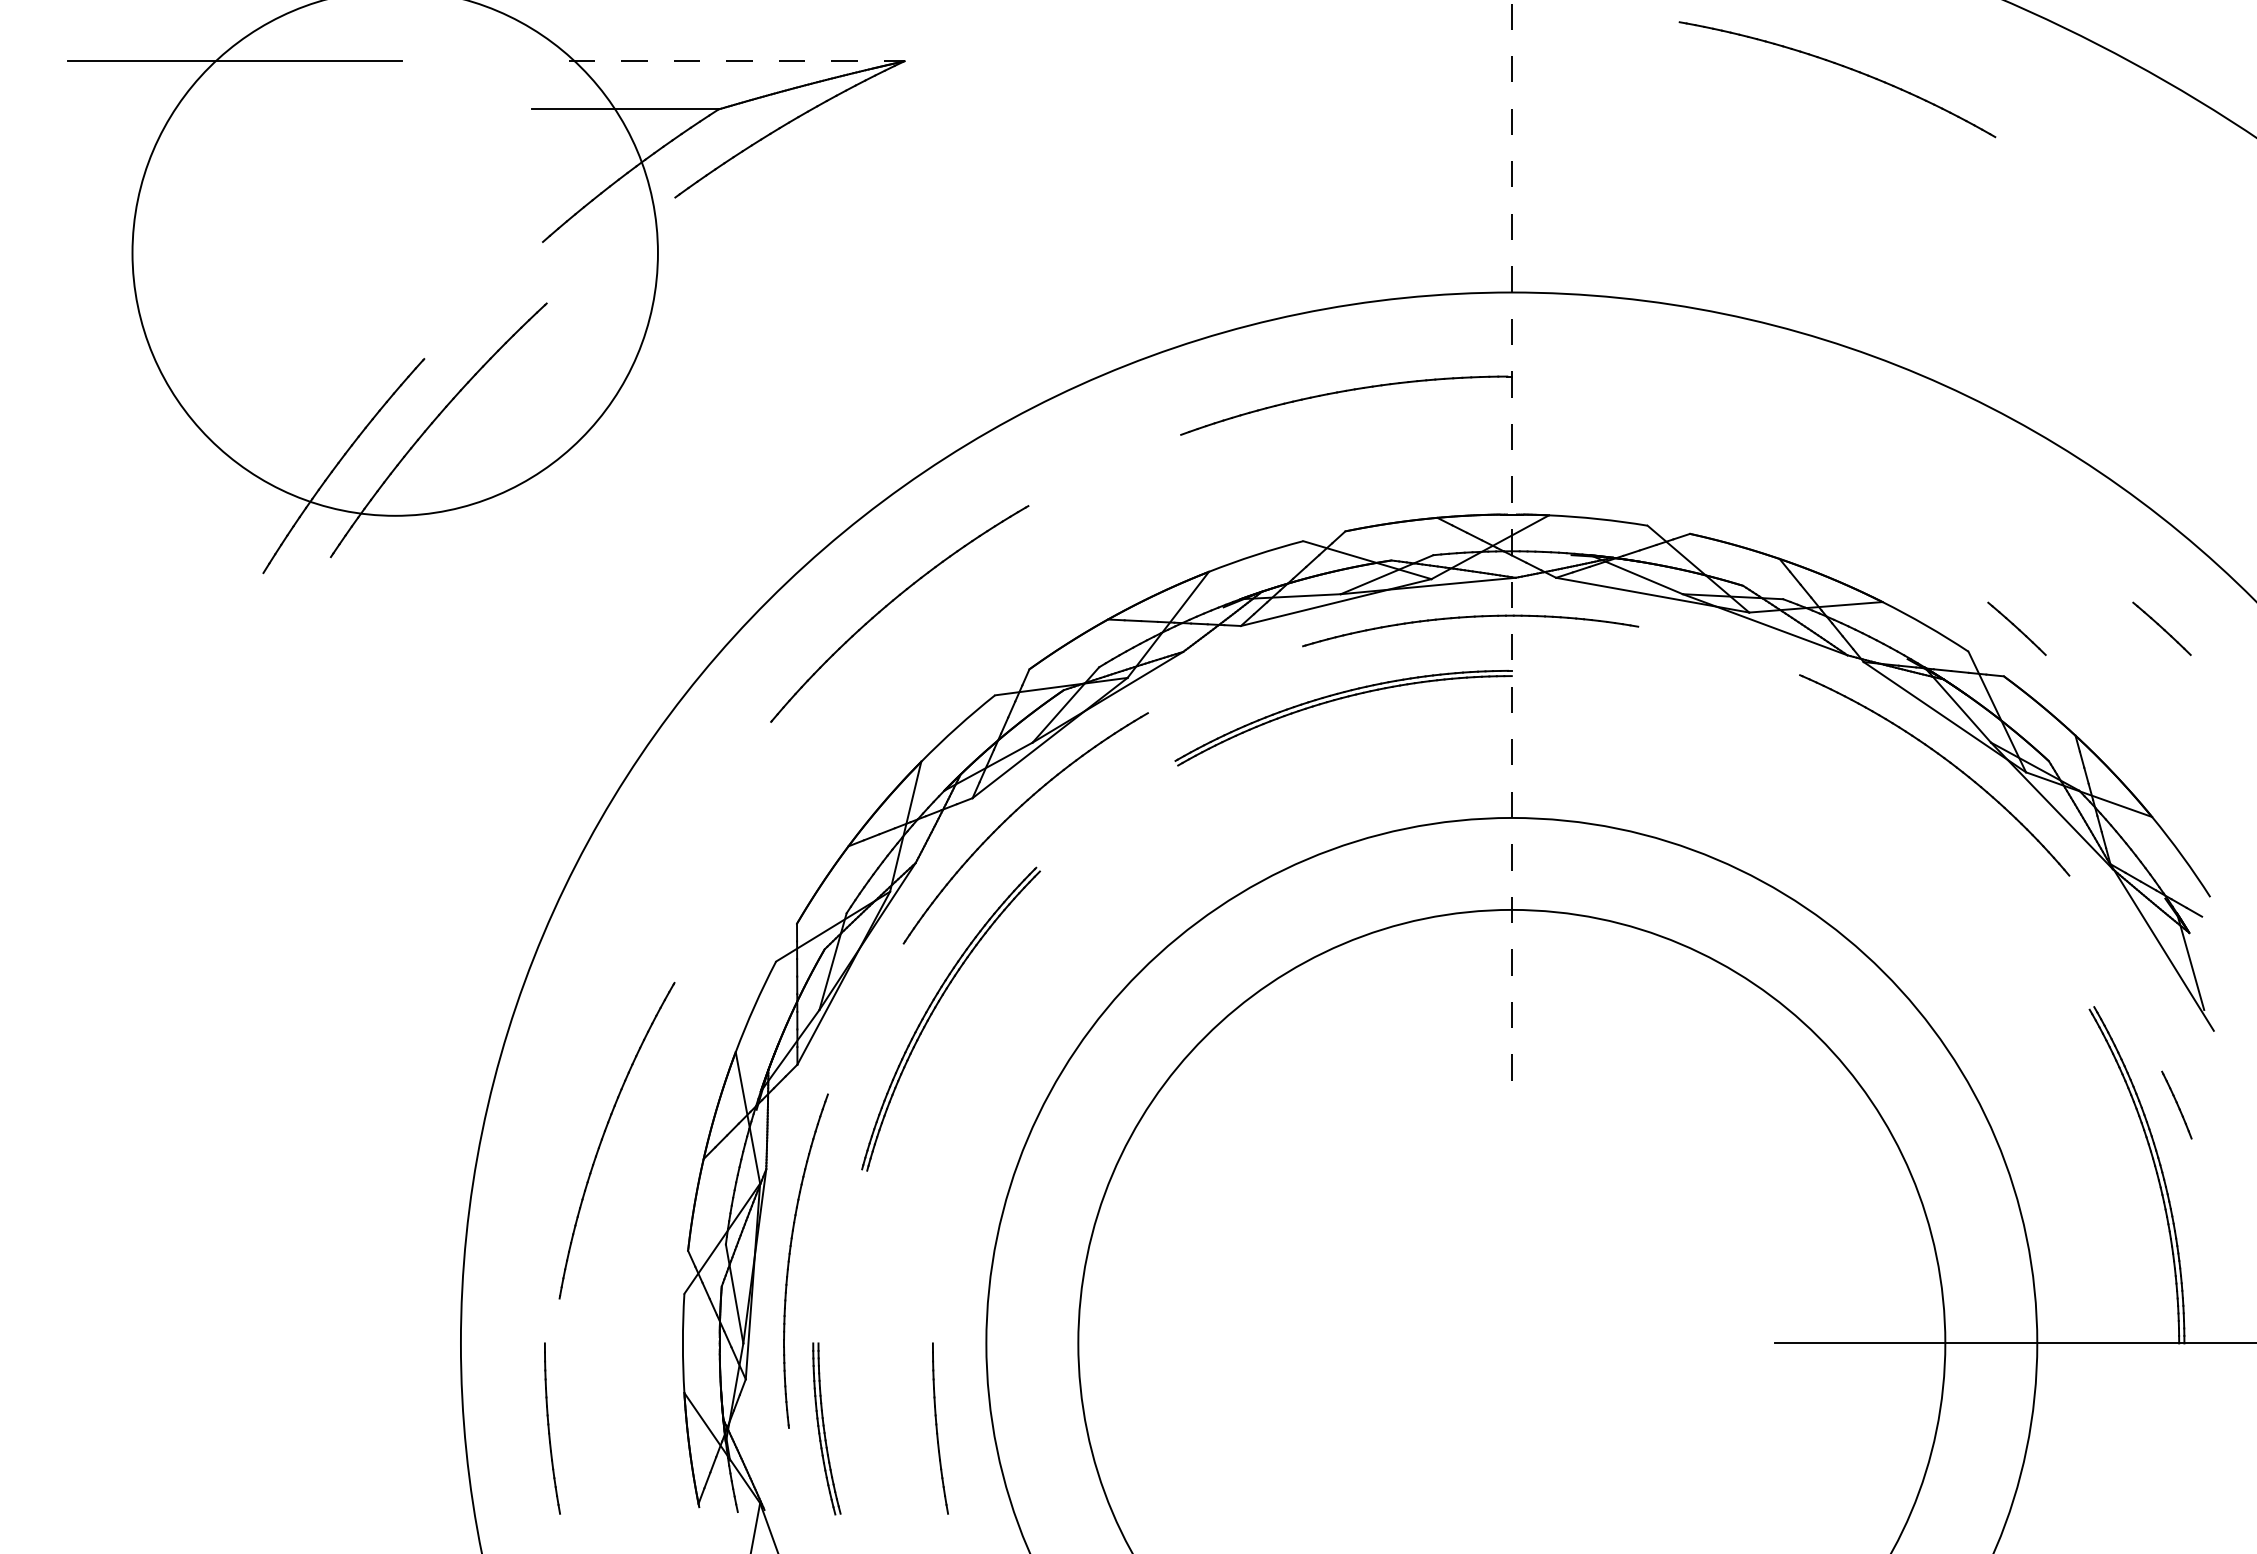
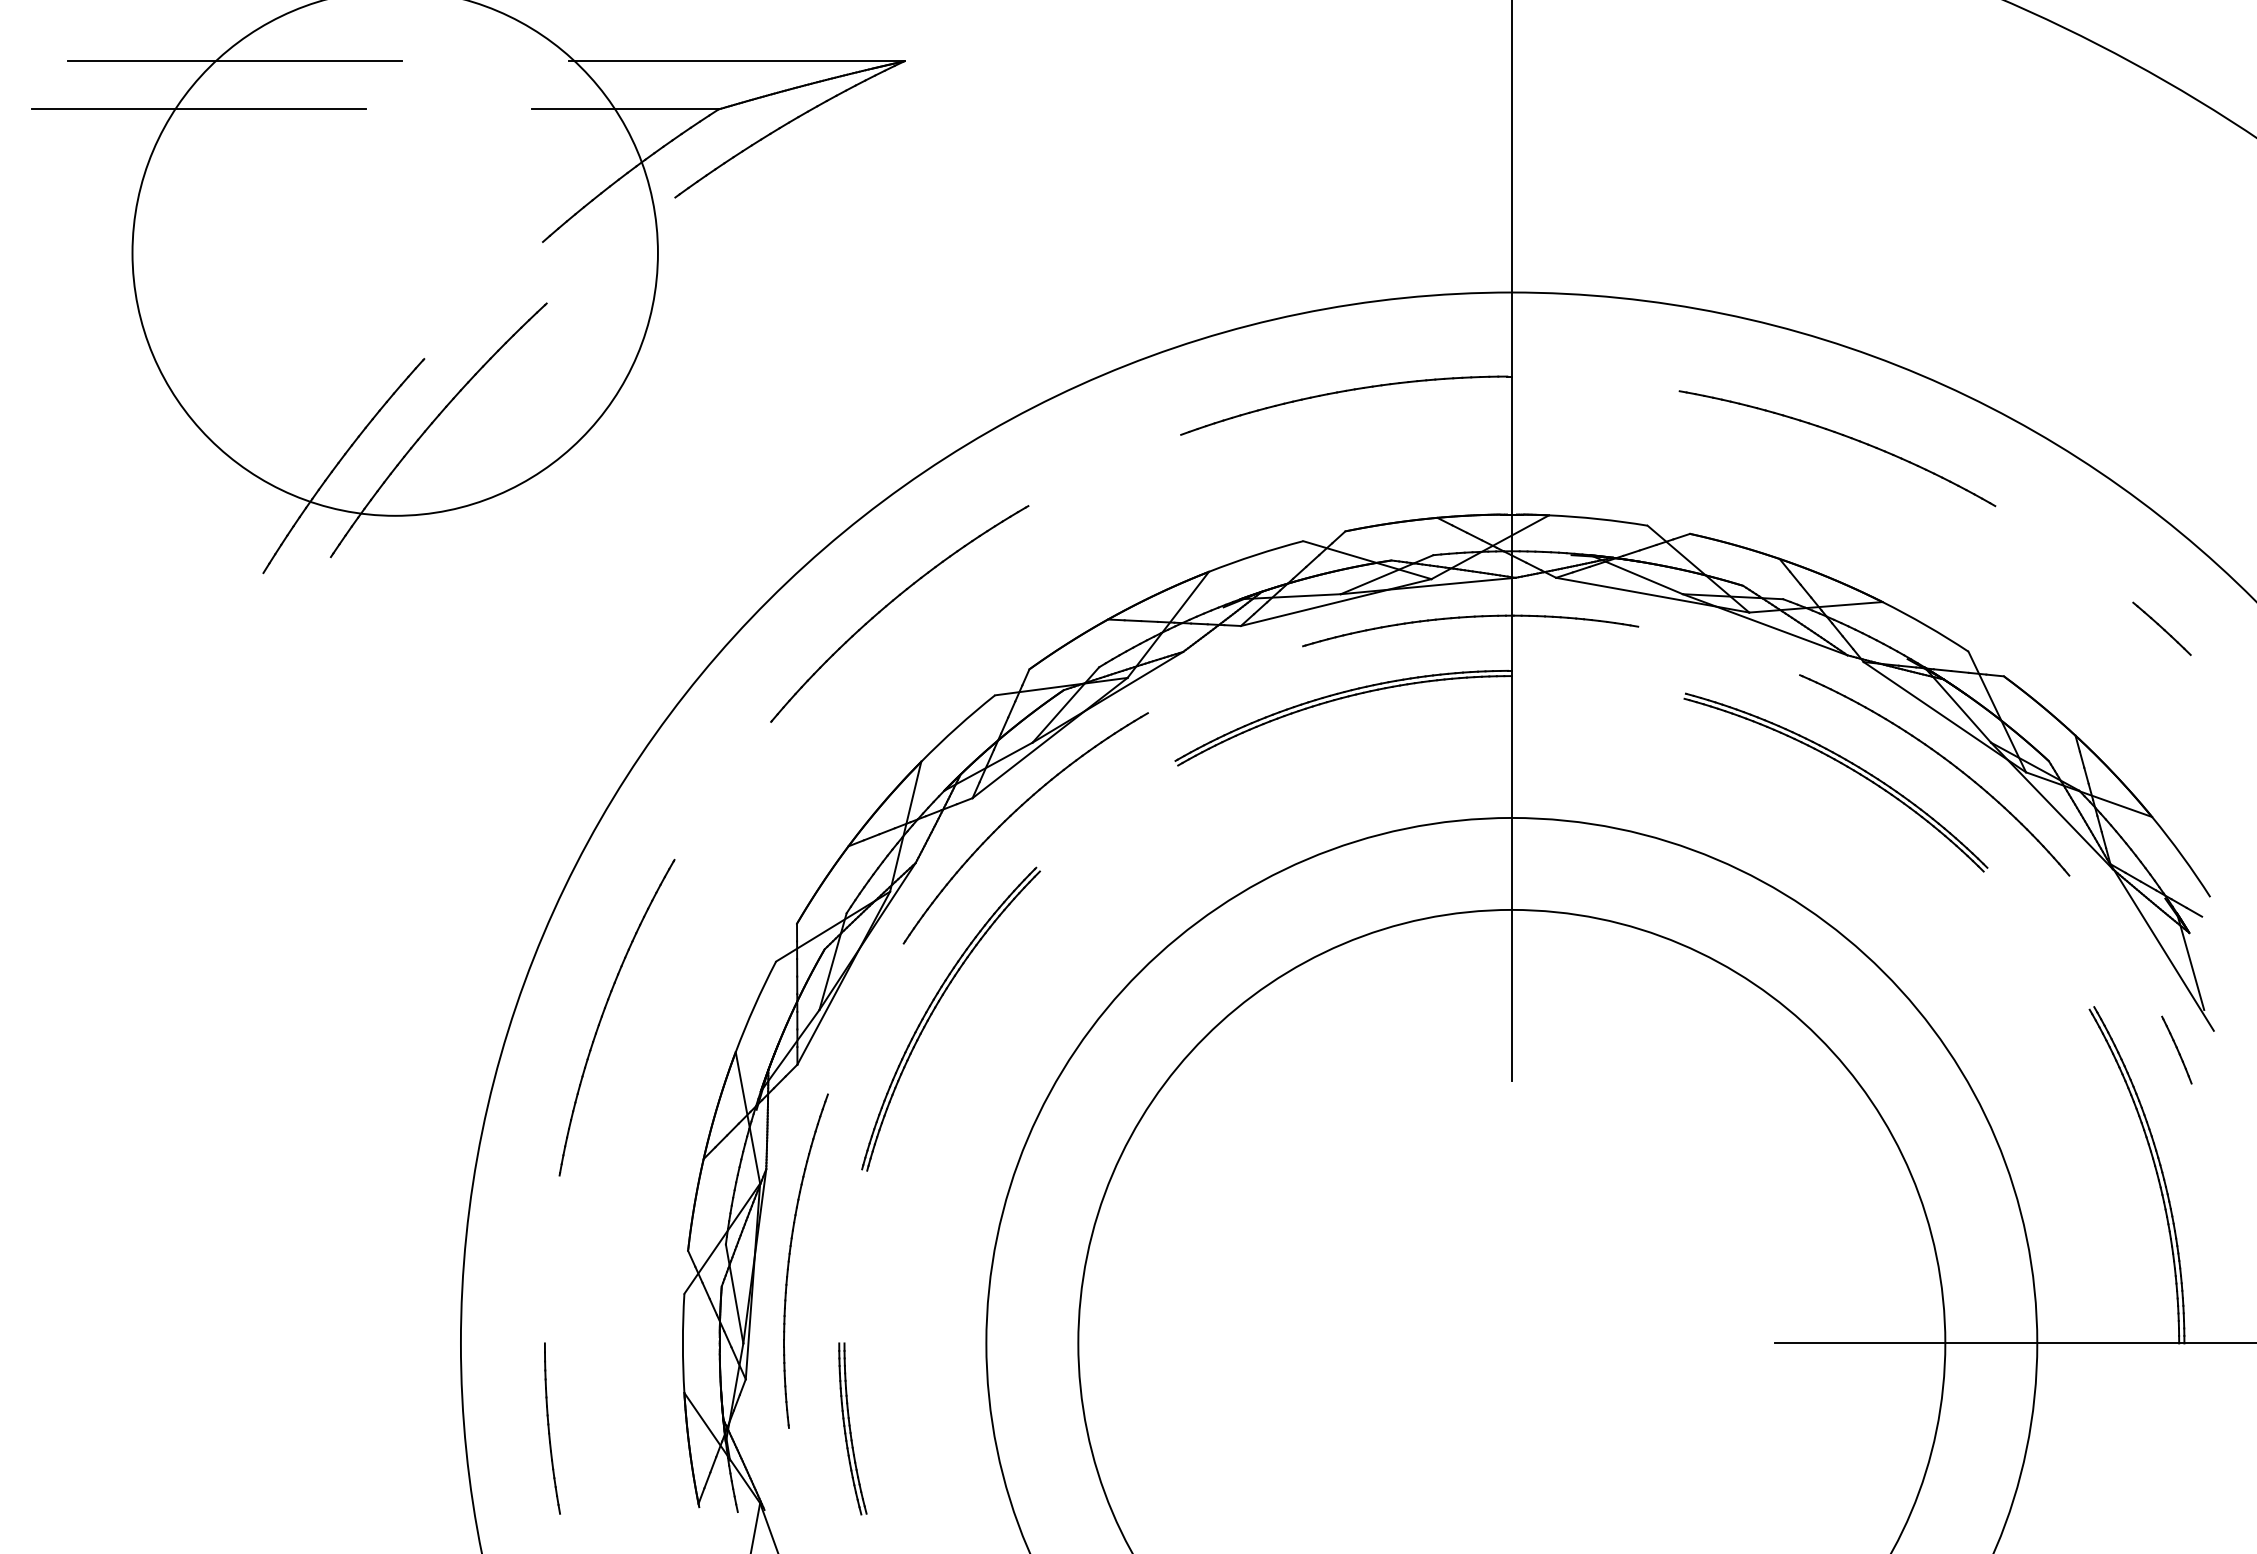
line at (736, 61): dashed -> solid
part at (1840, 66) position: (1840, 66) -> (1840, 435)
line at (198, 109): none -> present
line at (1511, 540): dashed -> solid
line at (2016, 628): present -> none
part at (1846, 767): none -> present
line at (2176, 1104) position: (2176, 1104) -> (2176, 1049)
part at (604, 1135) position: (604, 1135) -> (604, 1012)
part at (826, 1428) position: (826, 1428) -> (852, 1428)
part at (940, 1428): present -> none
